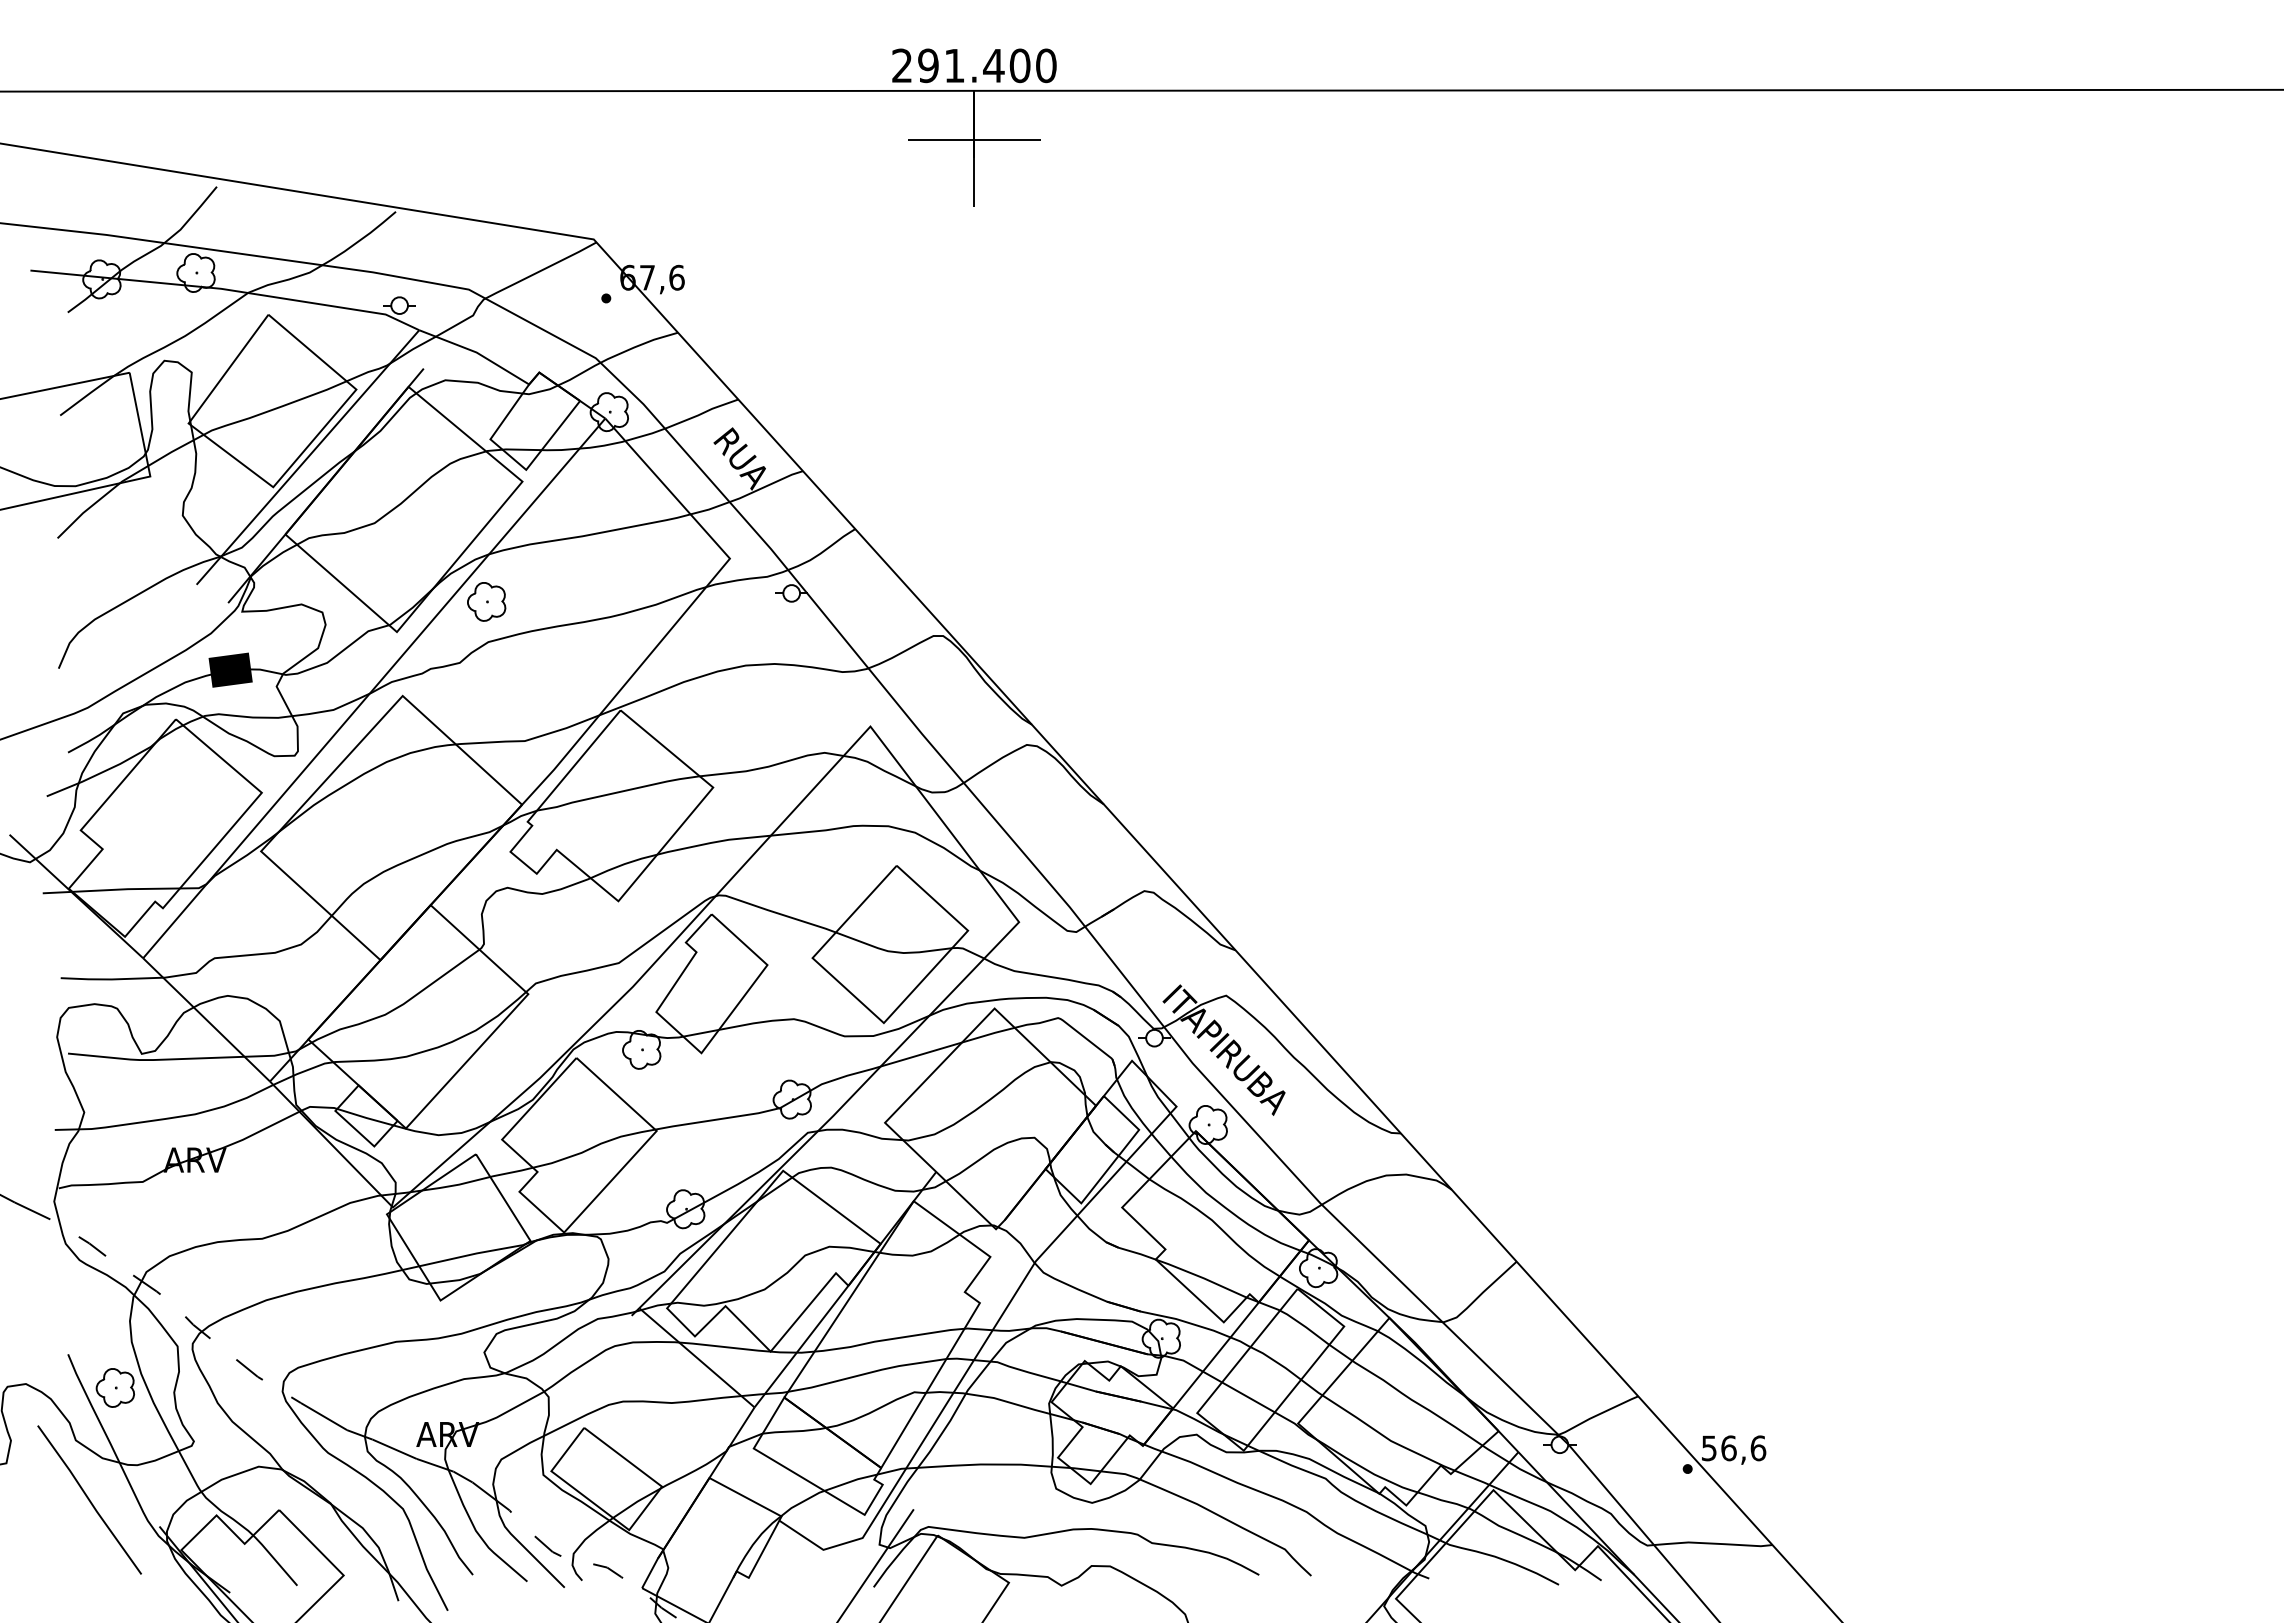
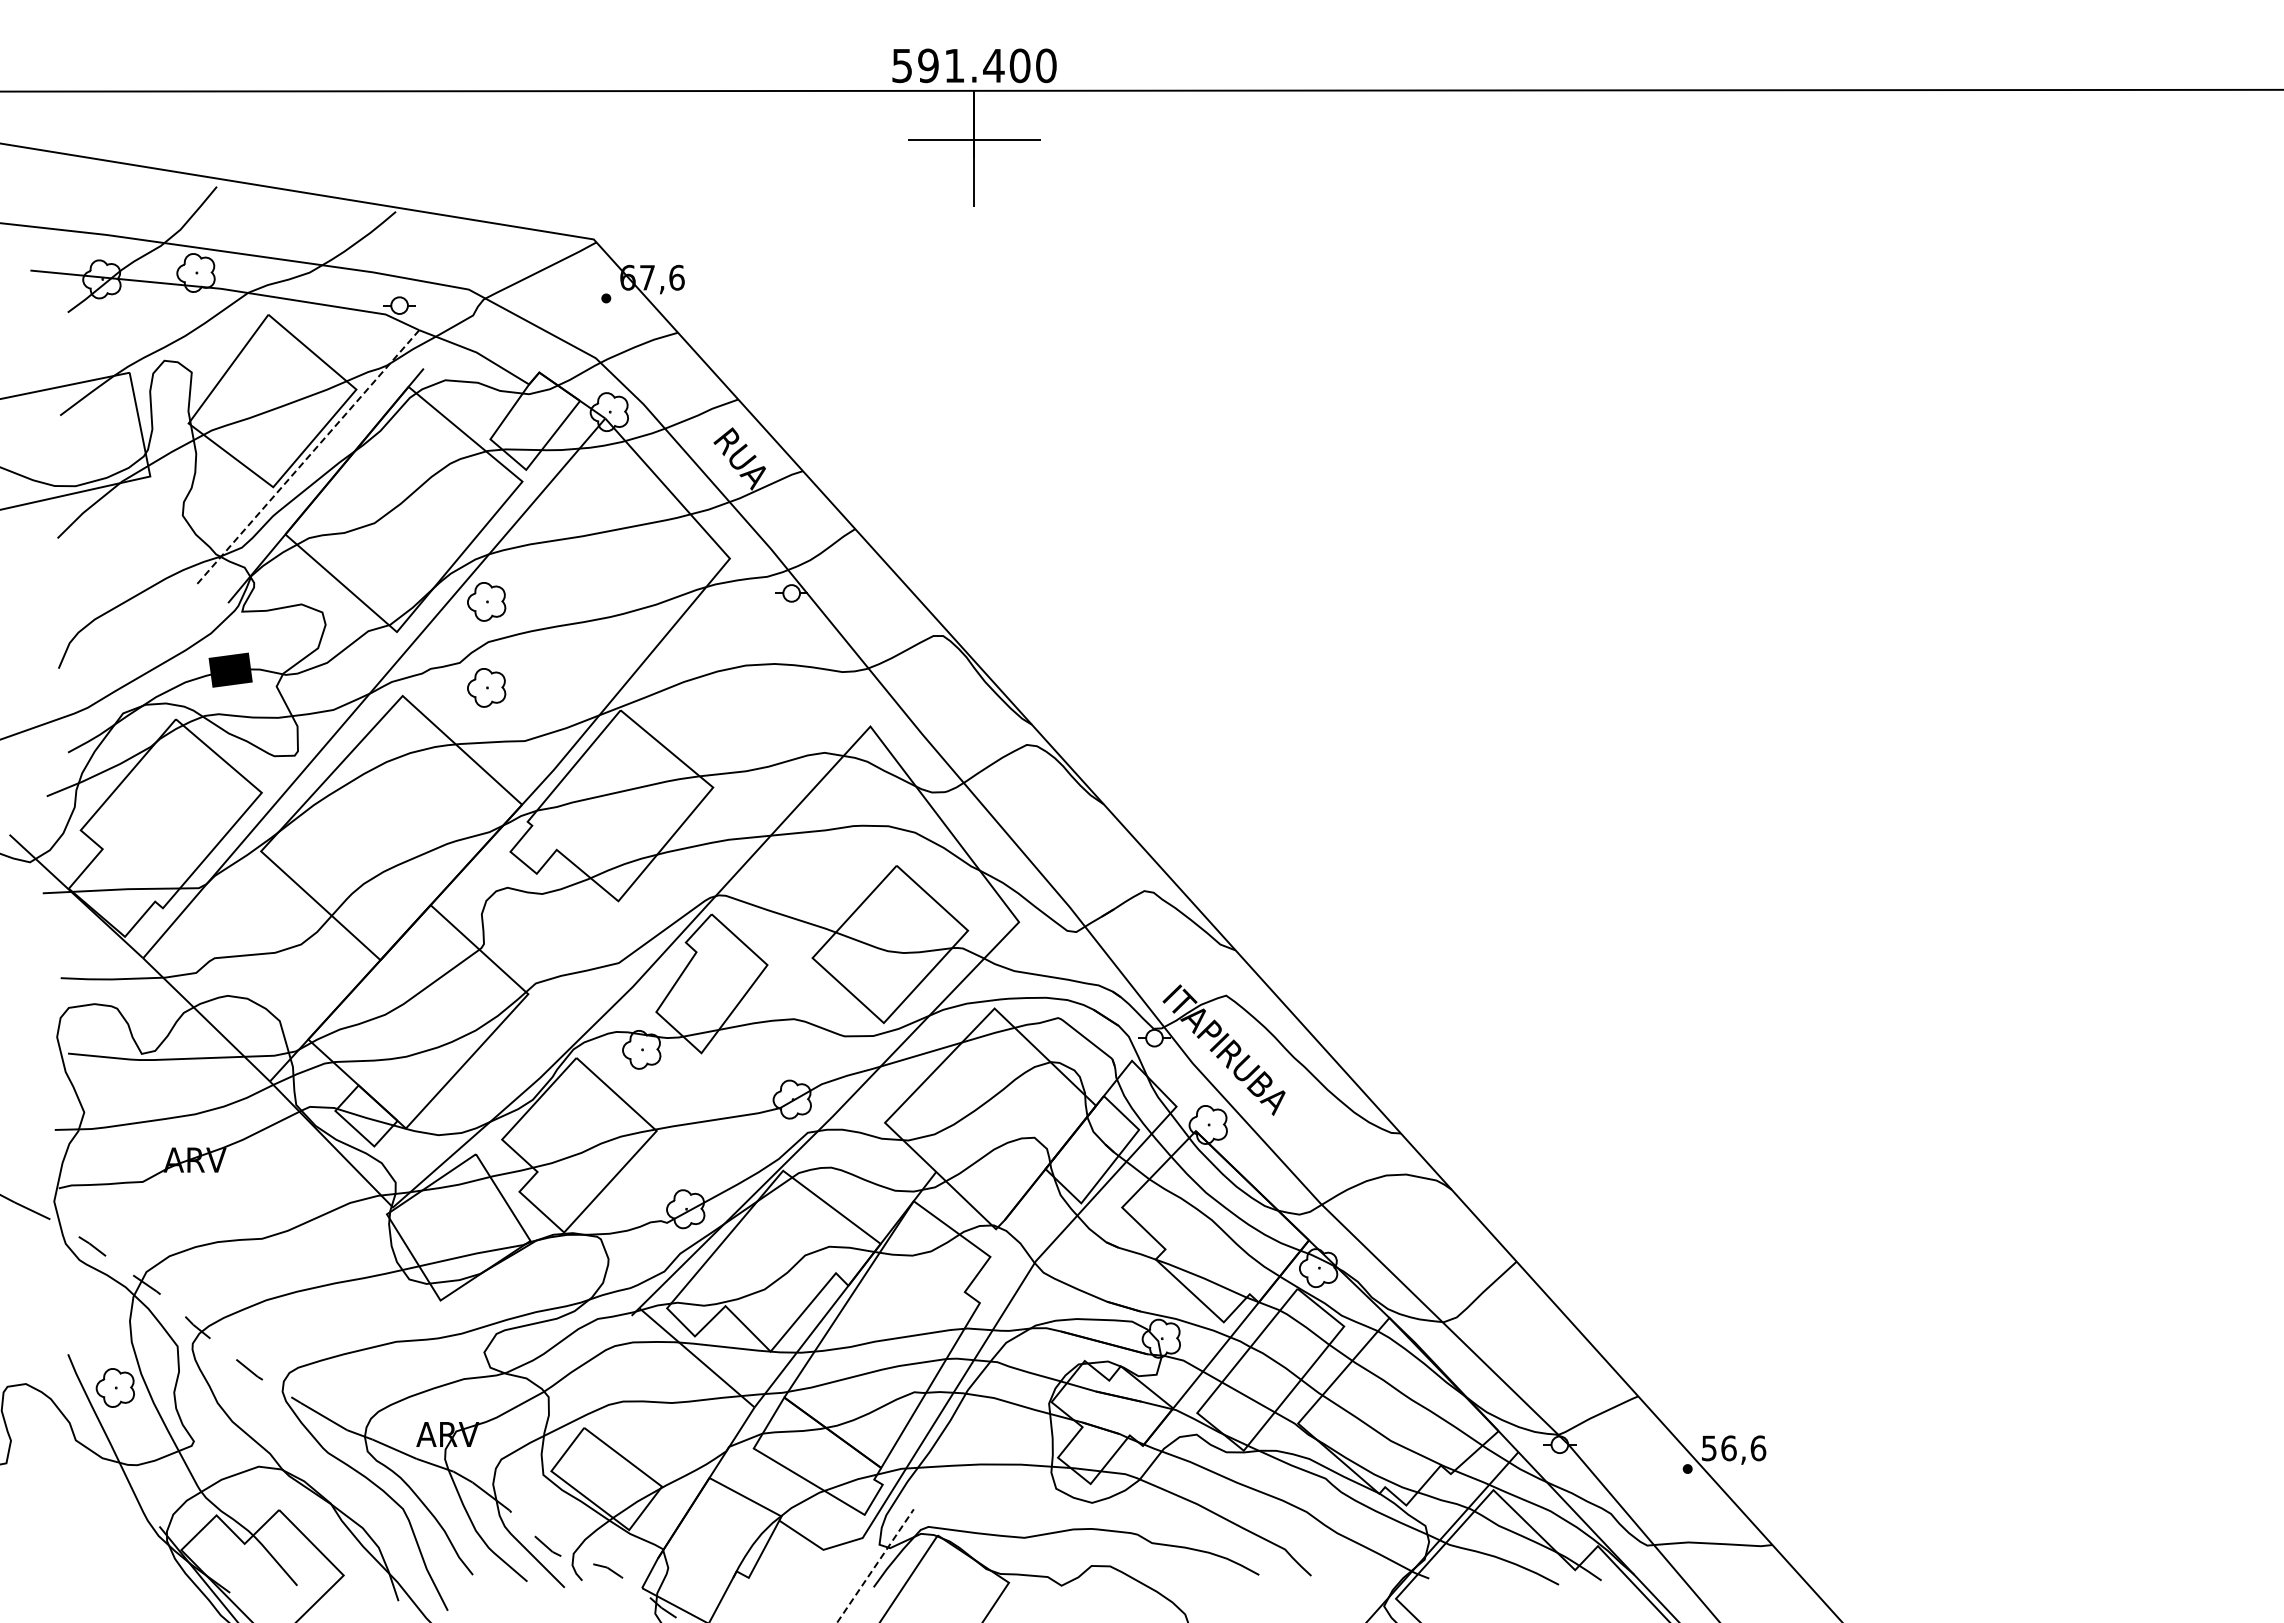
text at (901, 65): 291.400 -> 591.400
line at (307, 457): solid -> dashed
part at (486, 687): none -> present
line at (89, 1499): present -> none
line at (875, 1565): solid -> dashed
